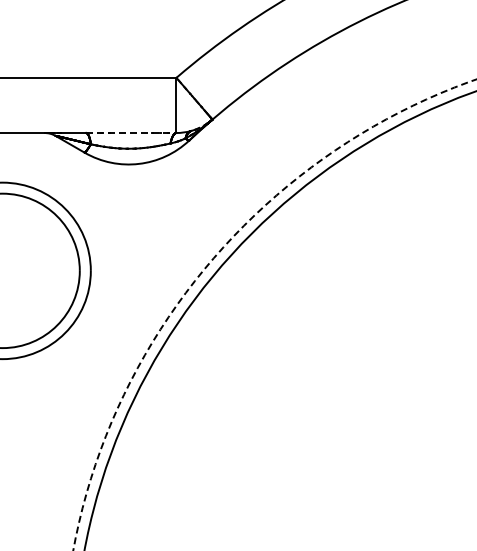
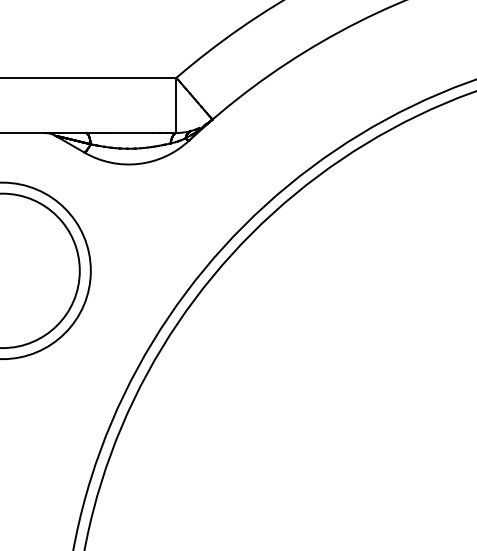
line at (131, 133): dashed -> solid
arc at (211, 261): dashed -> solid
